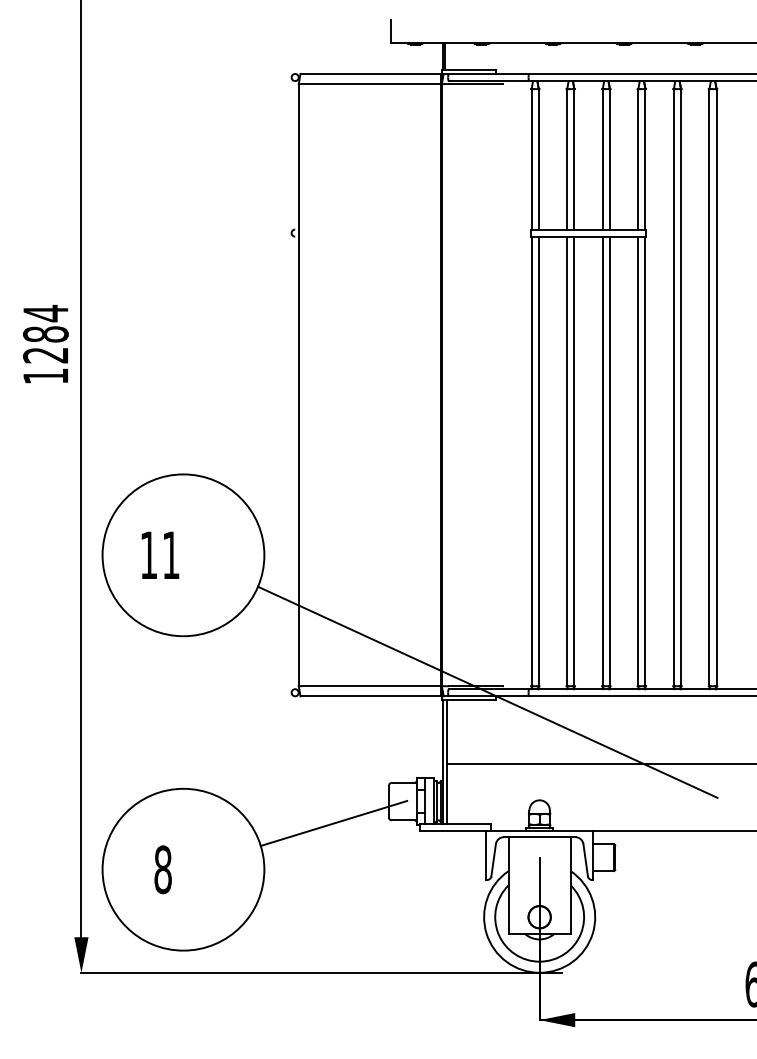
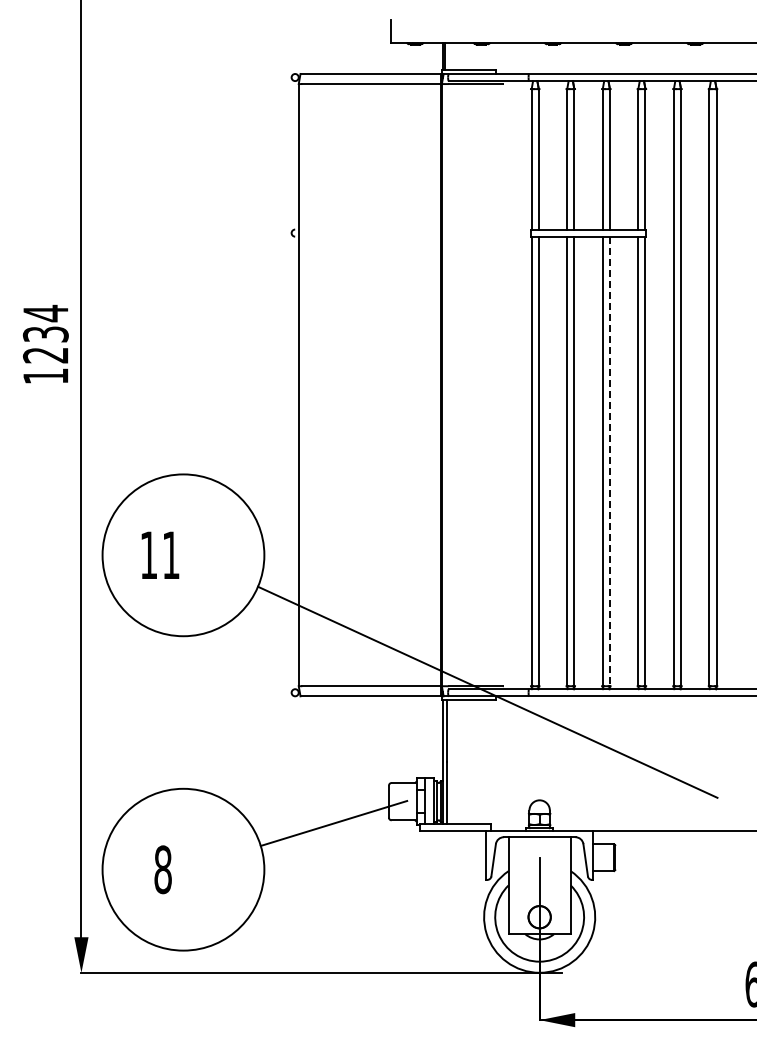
text at (45, 334): 1284 -> 1234
line at (609, 461): solid -> dashed
line at (599, 764): present -> none
